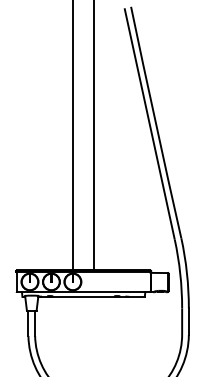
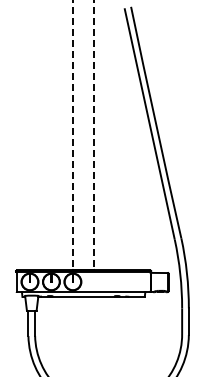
line at (73, 135): solid -> dashed
line at (93, 135): solid -> dashed
